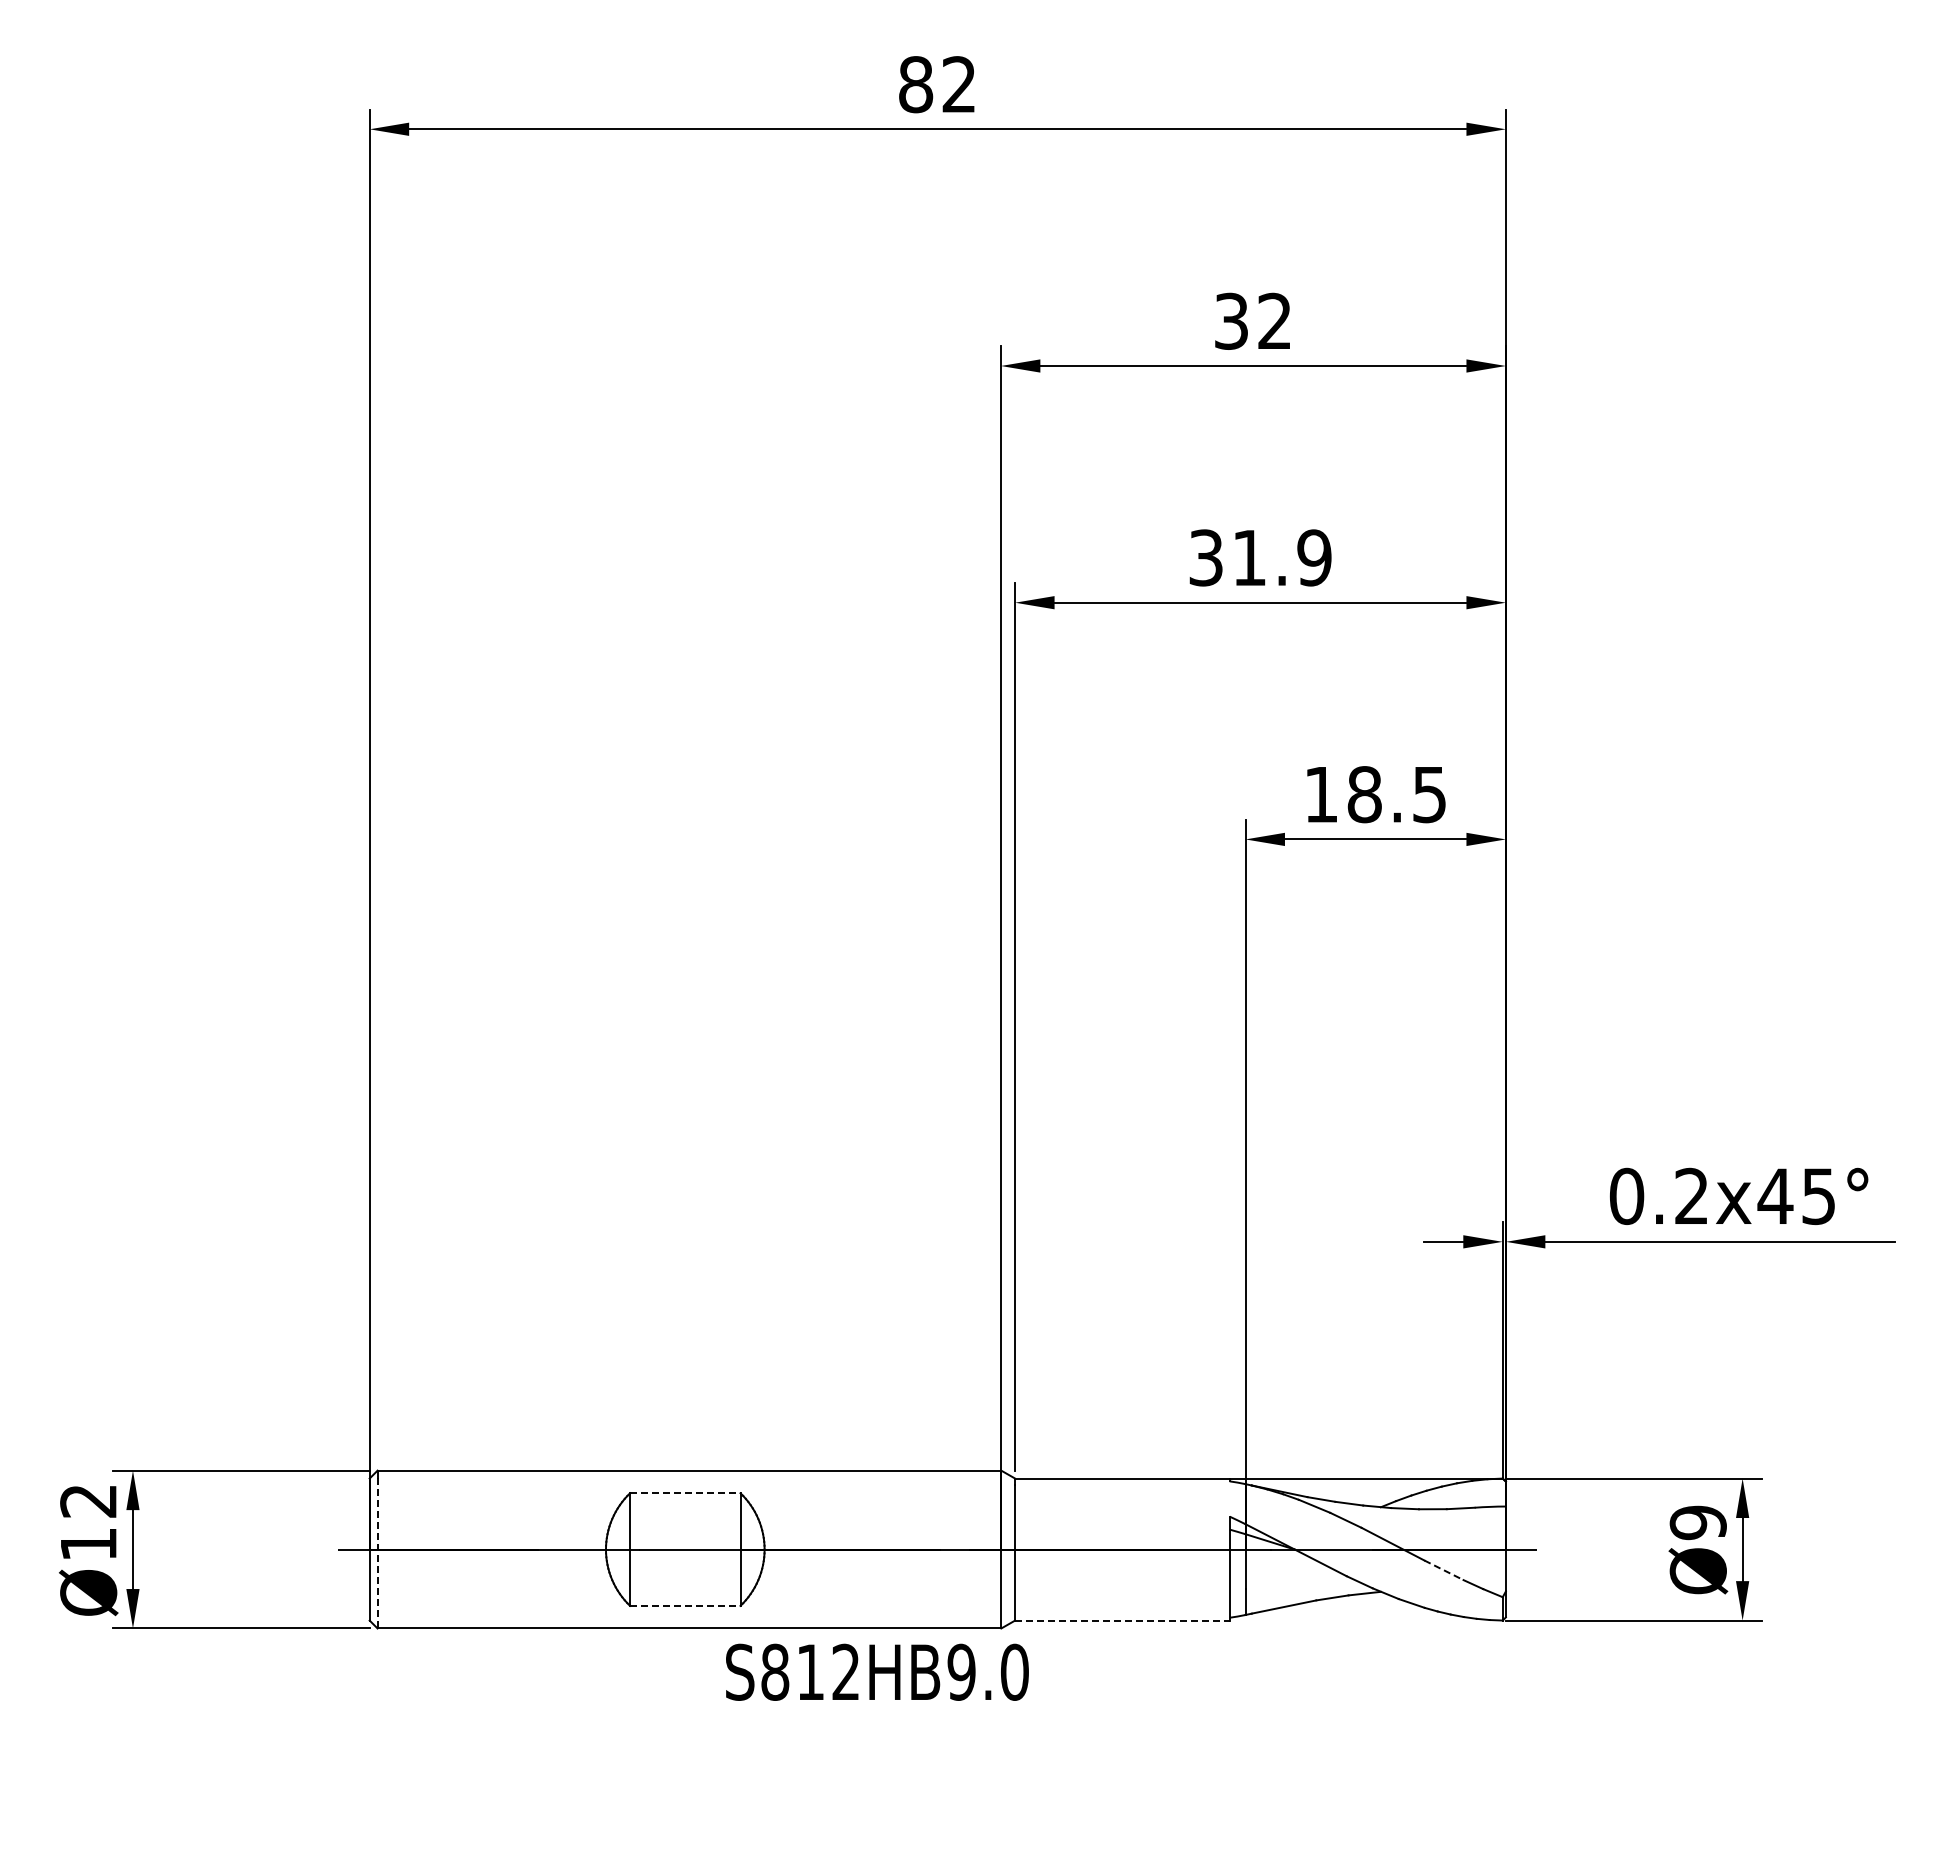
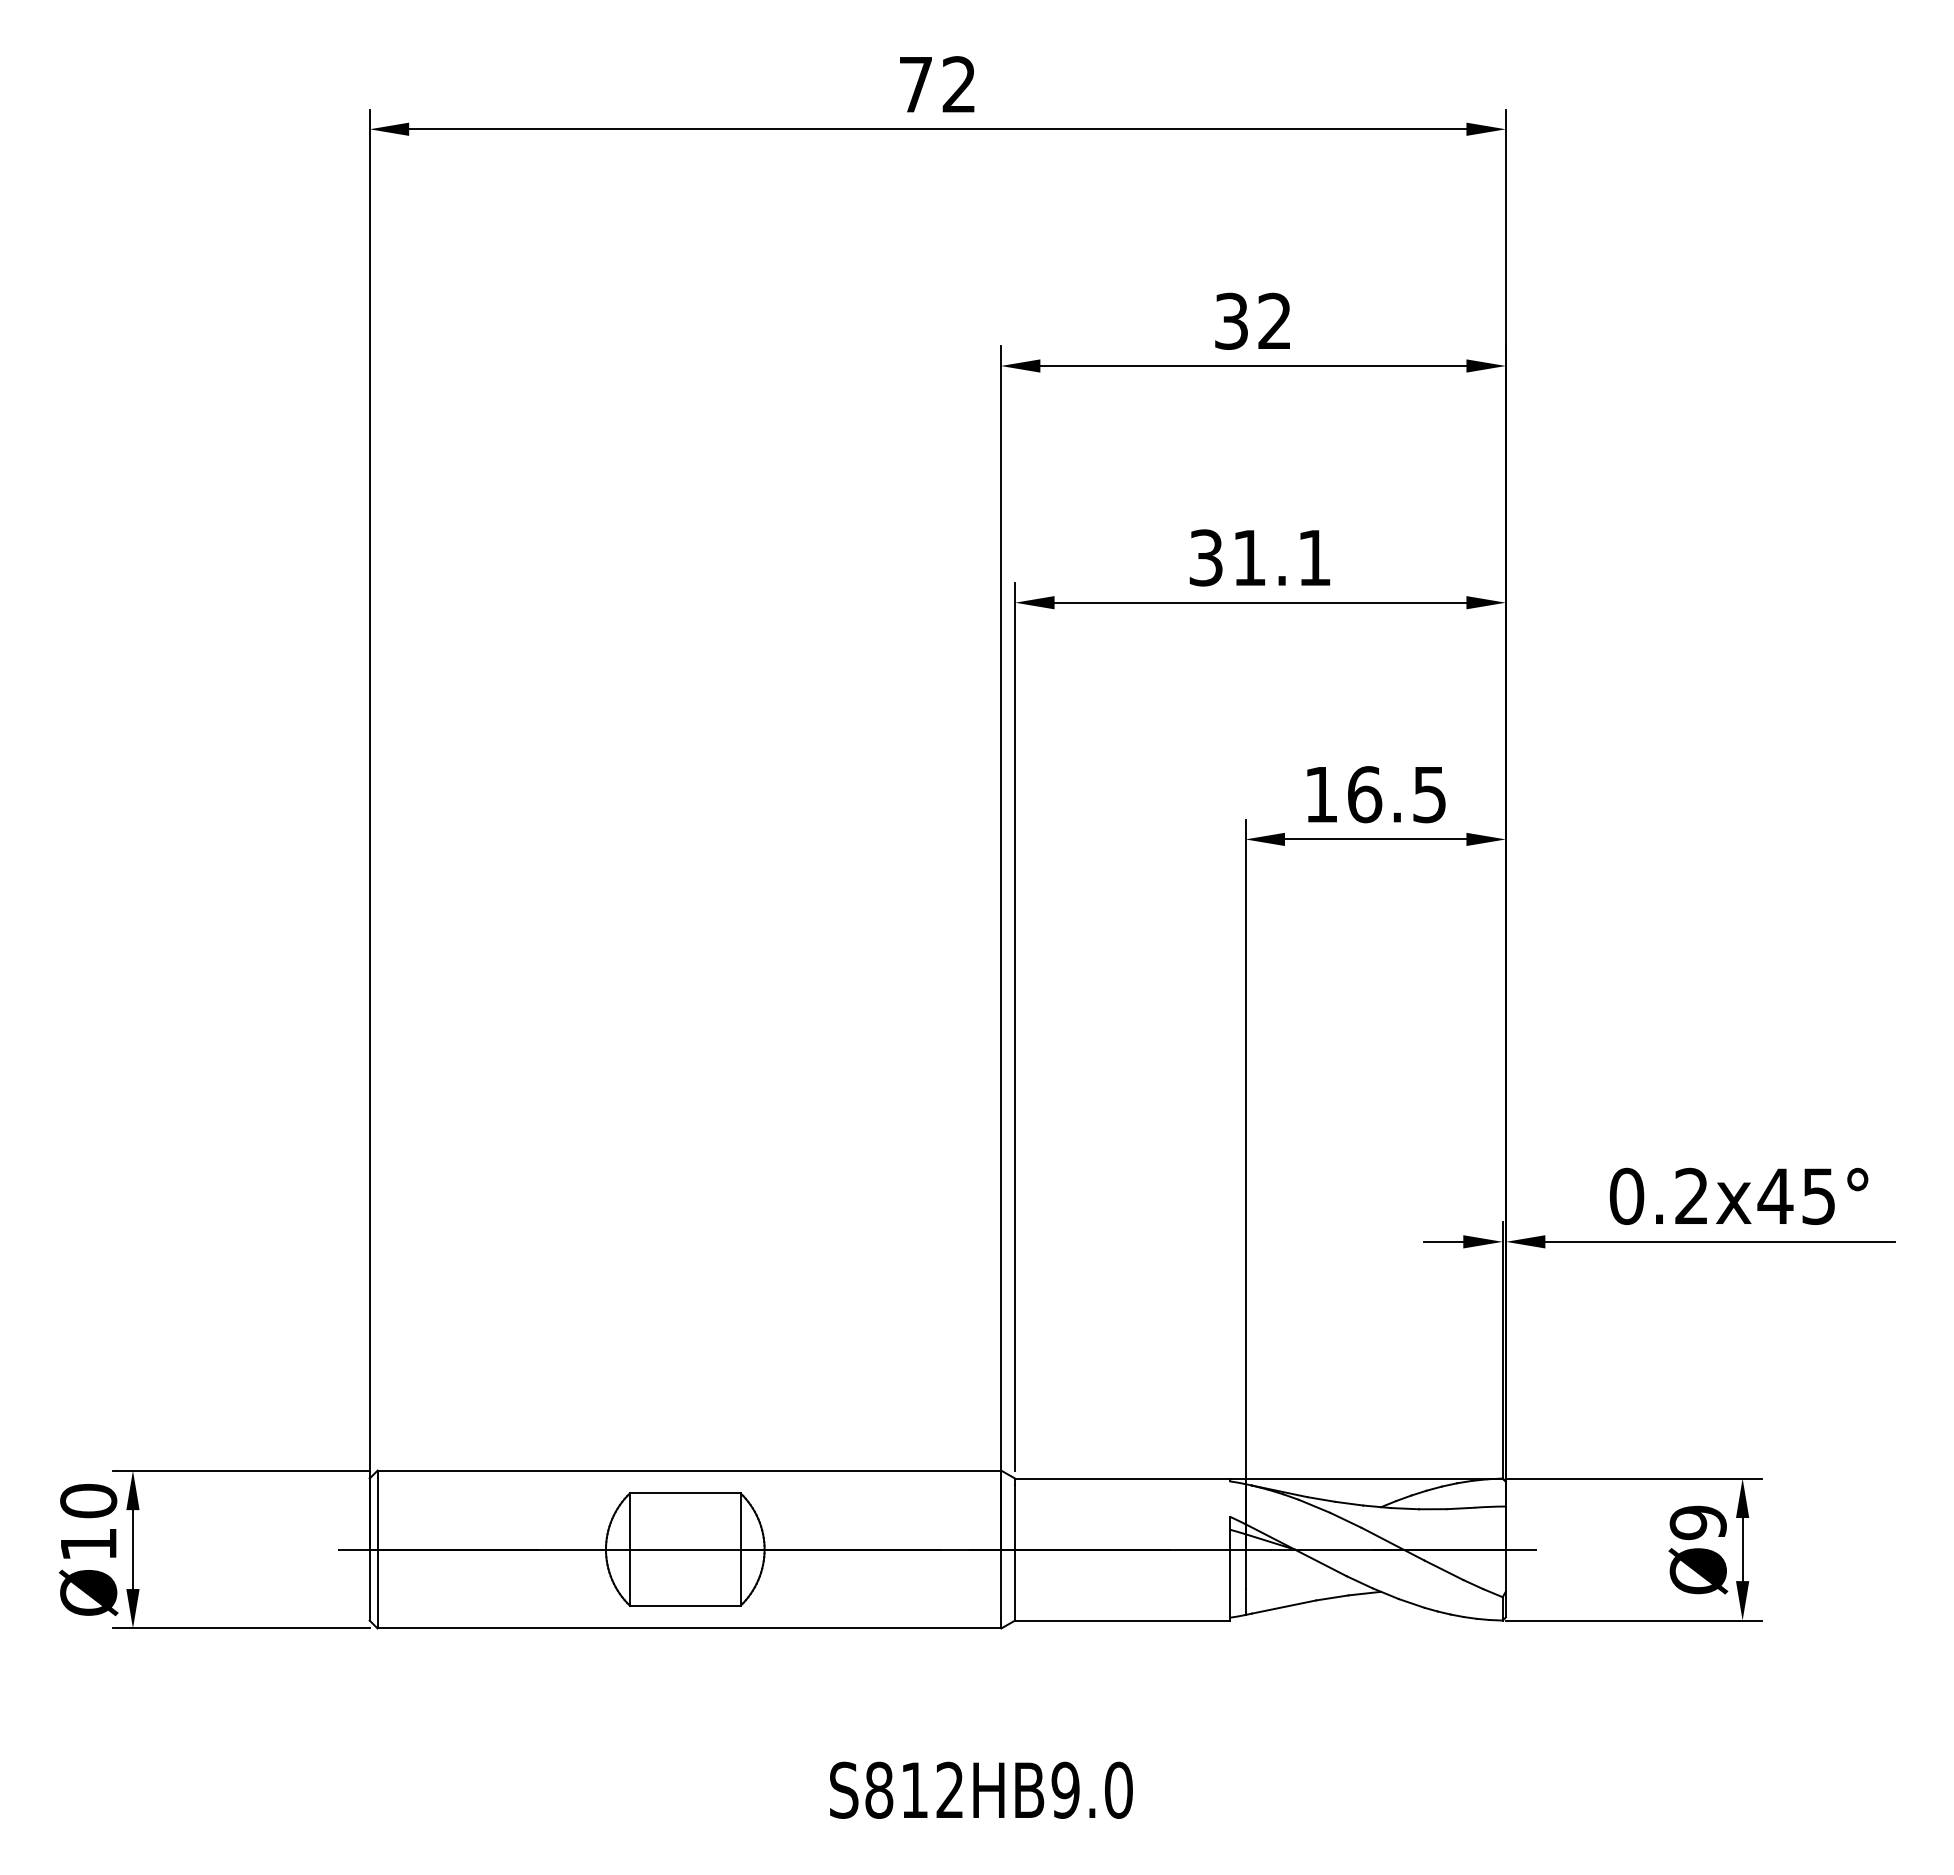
text at (916, 84): 82 -> 72
text at (1314, 557): 31.9 -> 31.1
text at (1364, 794): 18.5 -> 16.5
line at (685, 1493): dashed -> solid
text at (88, 1501): Ø12 -> Ø10
line at (377, 1553): dashed -> solid
line at (1443, 1570): dashed -> solid
line at (685, 1605): dashed -> solid
line at (1122, 1620): dashed -> solid
text at (877, 1671) position: (877, 1671) -> (981, 1789)
